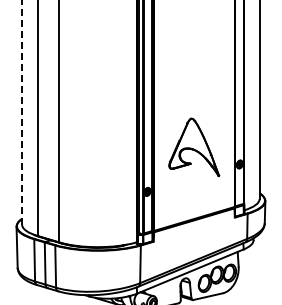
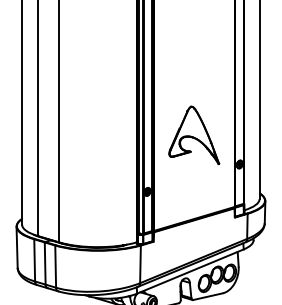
line at (22, 112): dashed -> solid
part at (194, 147) position: (194, 147) -> (194, 135)
